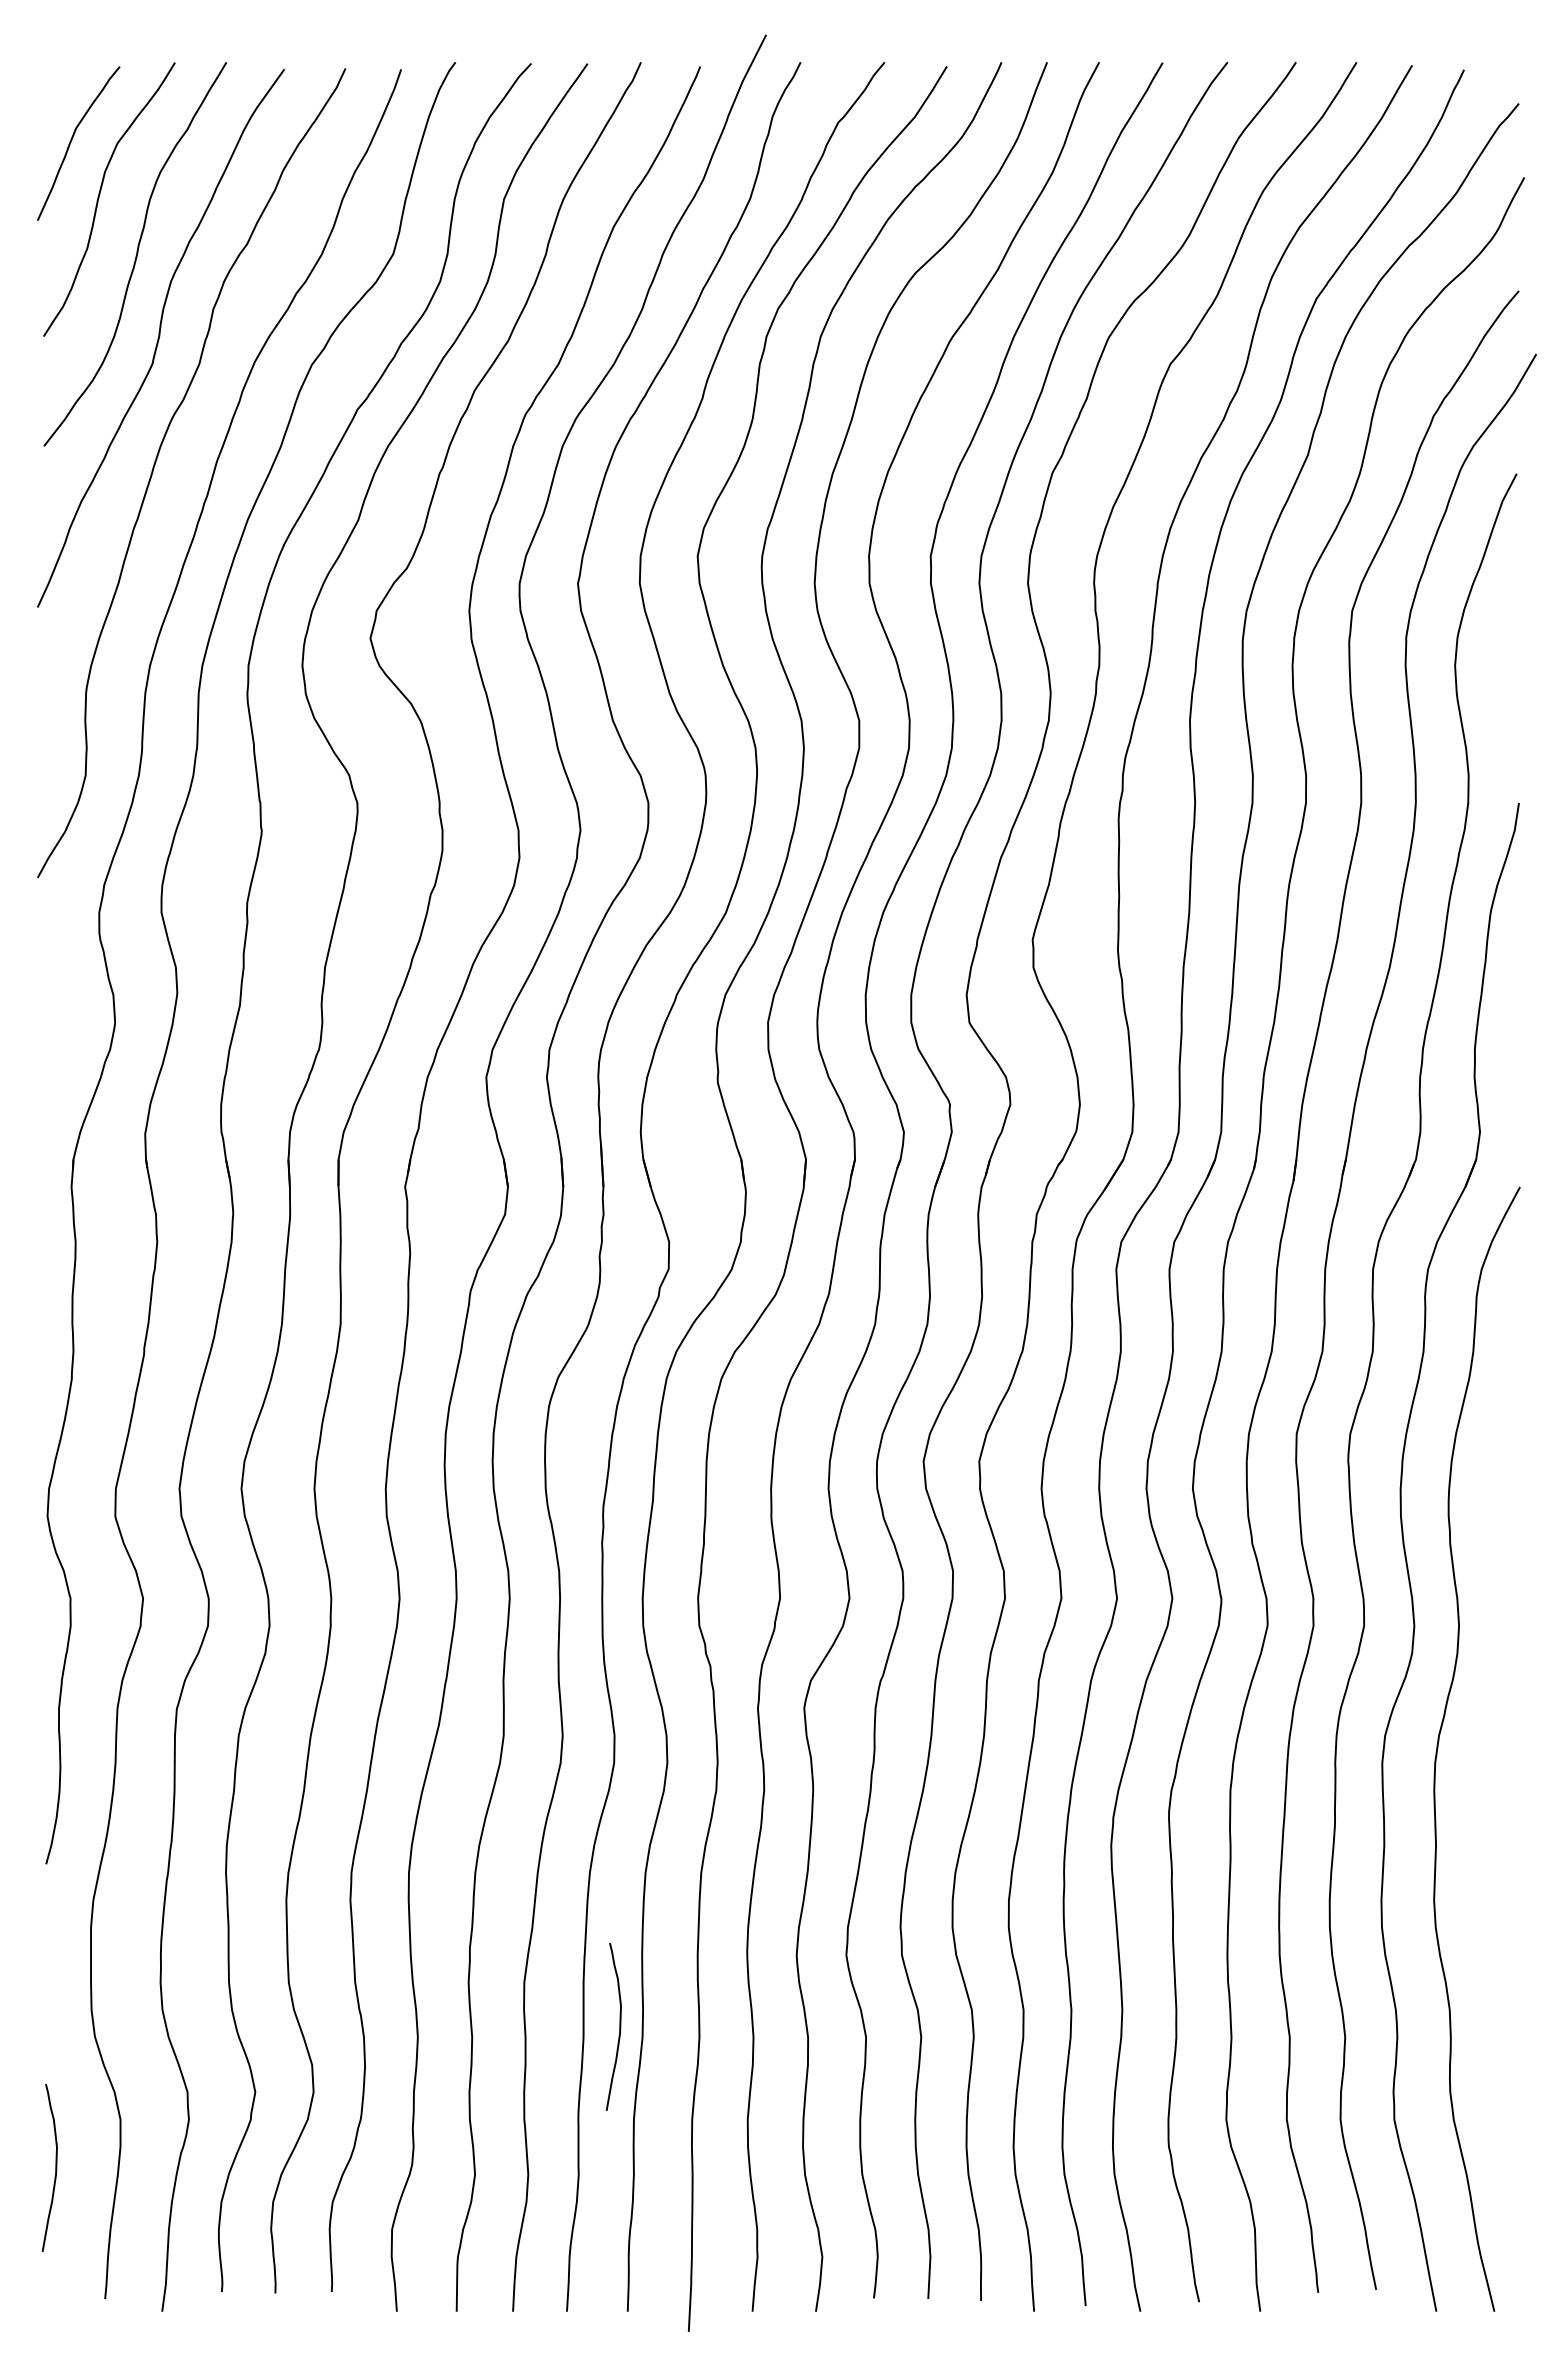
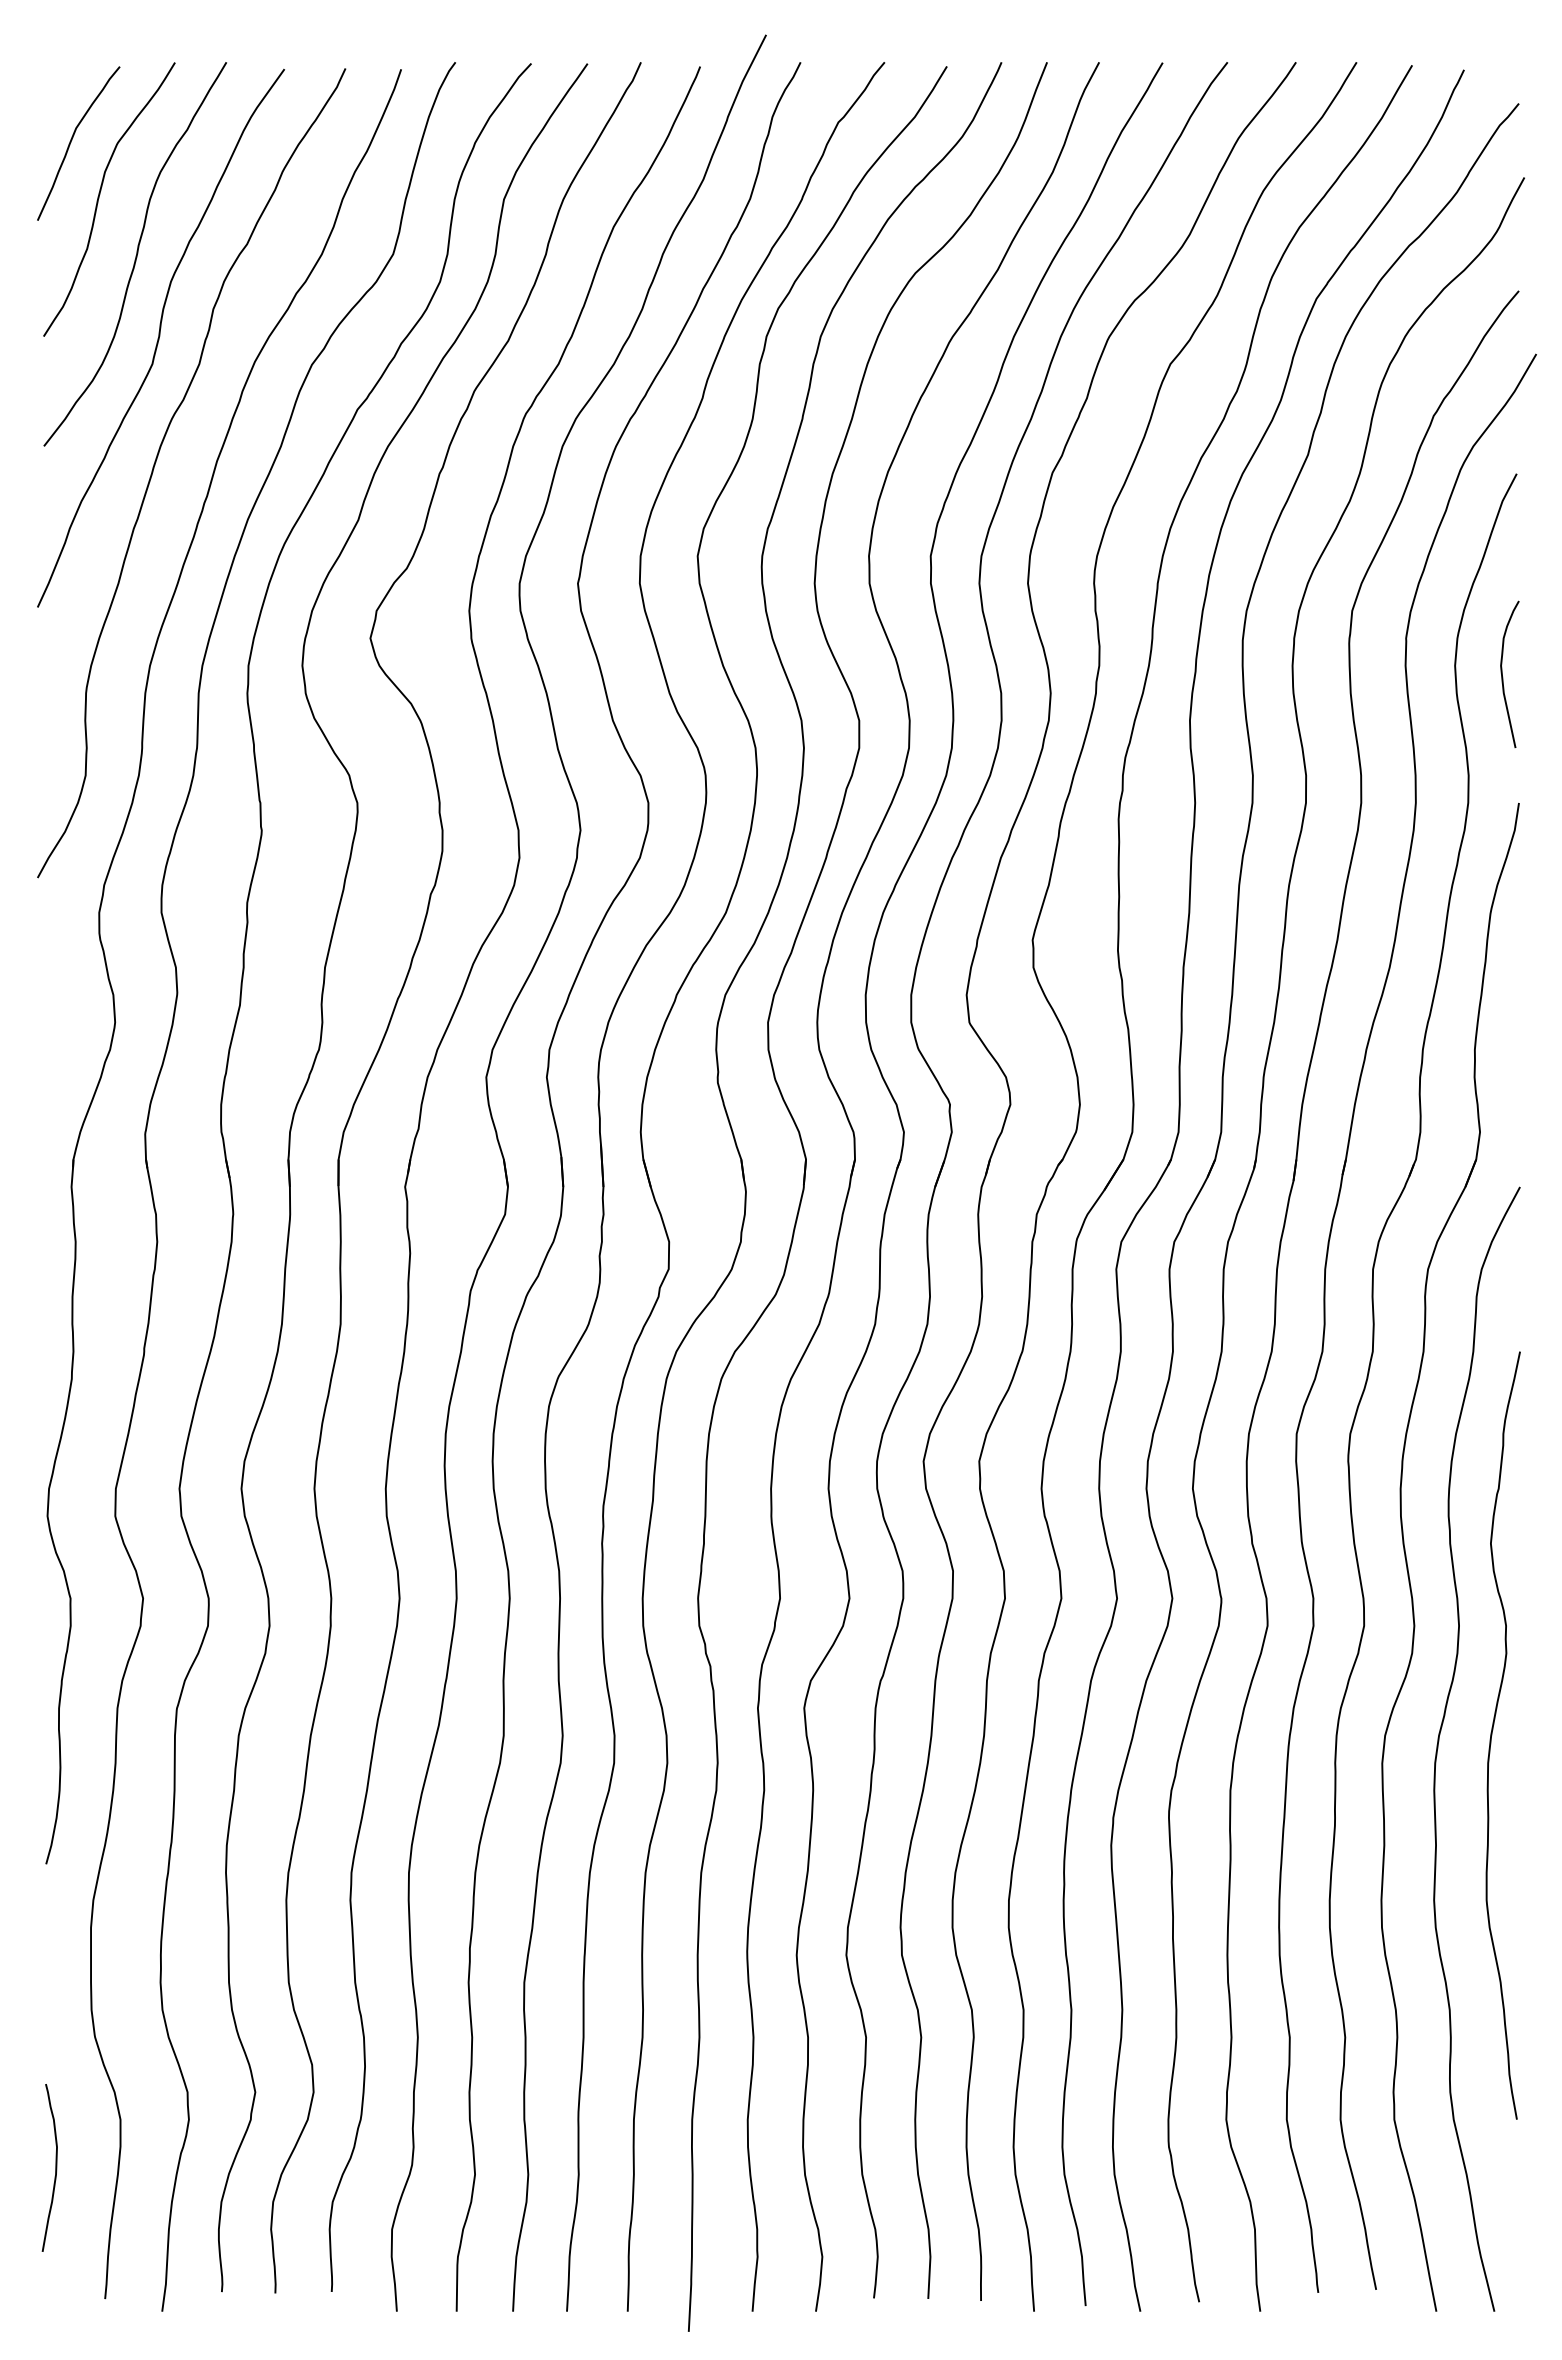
curve at (1502, 673): none -> present
curve at (1492, 1735): none -> present
curve at (619, 2026): present -> none
